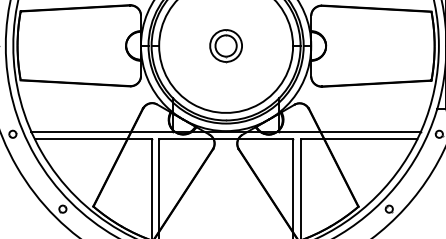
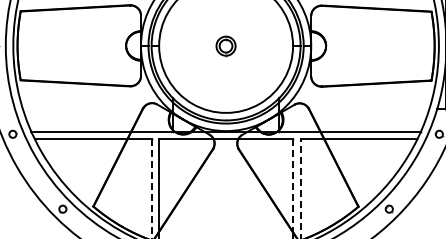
part at (225, 46) size: 34x35 px -> 22x23 px
line at (293, 186): solid -> dashed
line at (151, 188): solid -> dashed
line at (300, 188): solid -> dashed
